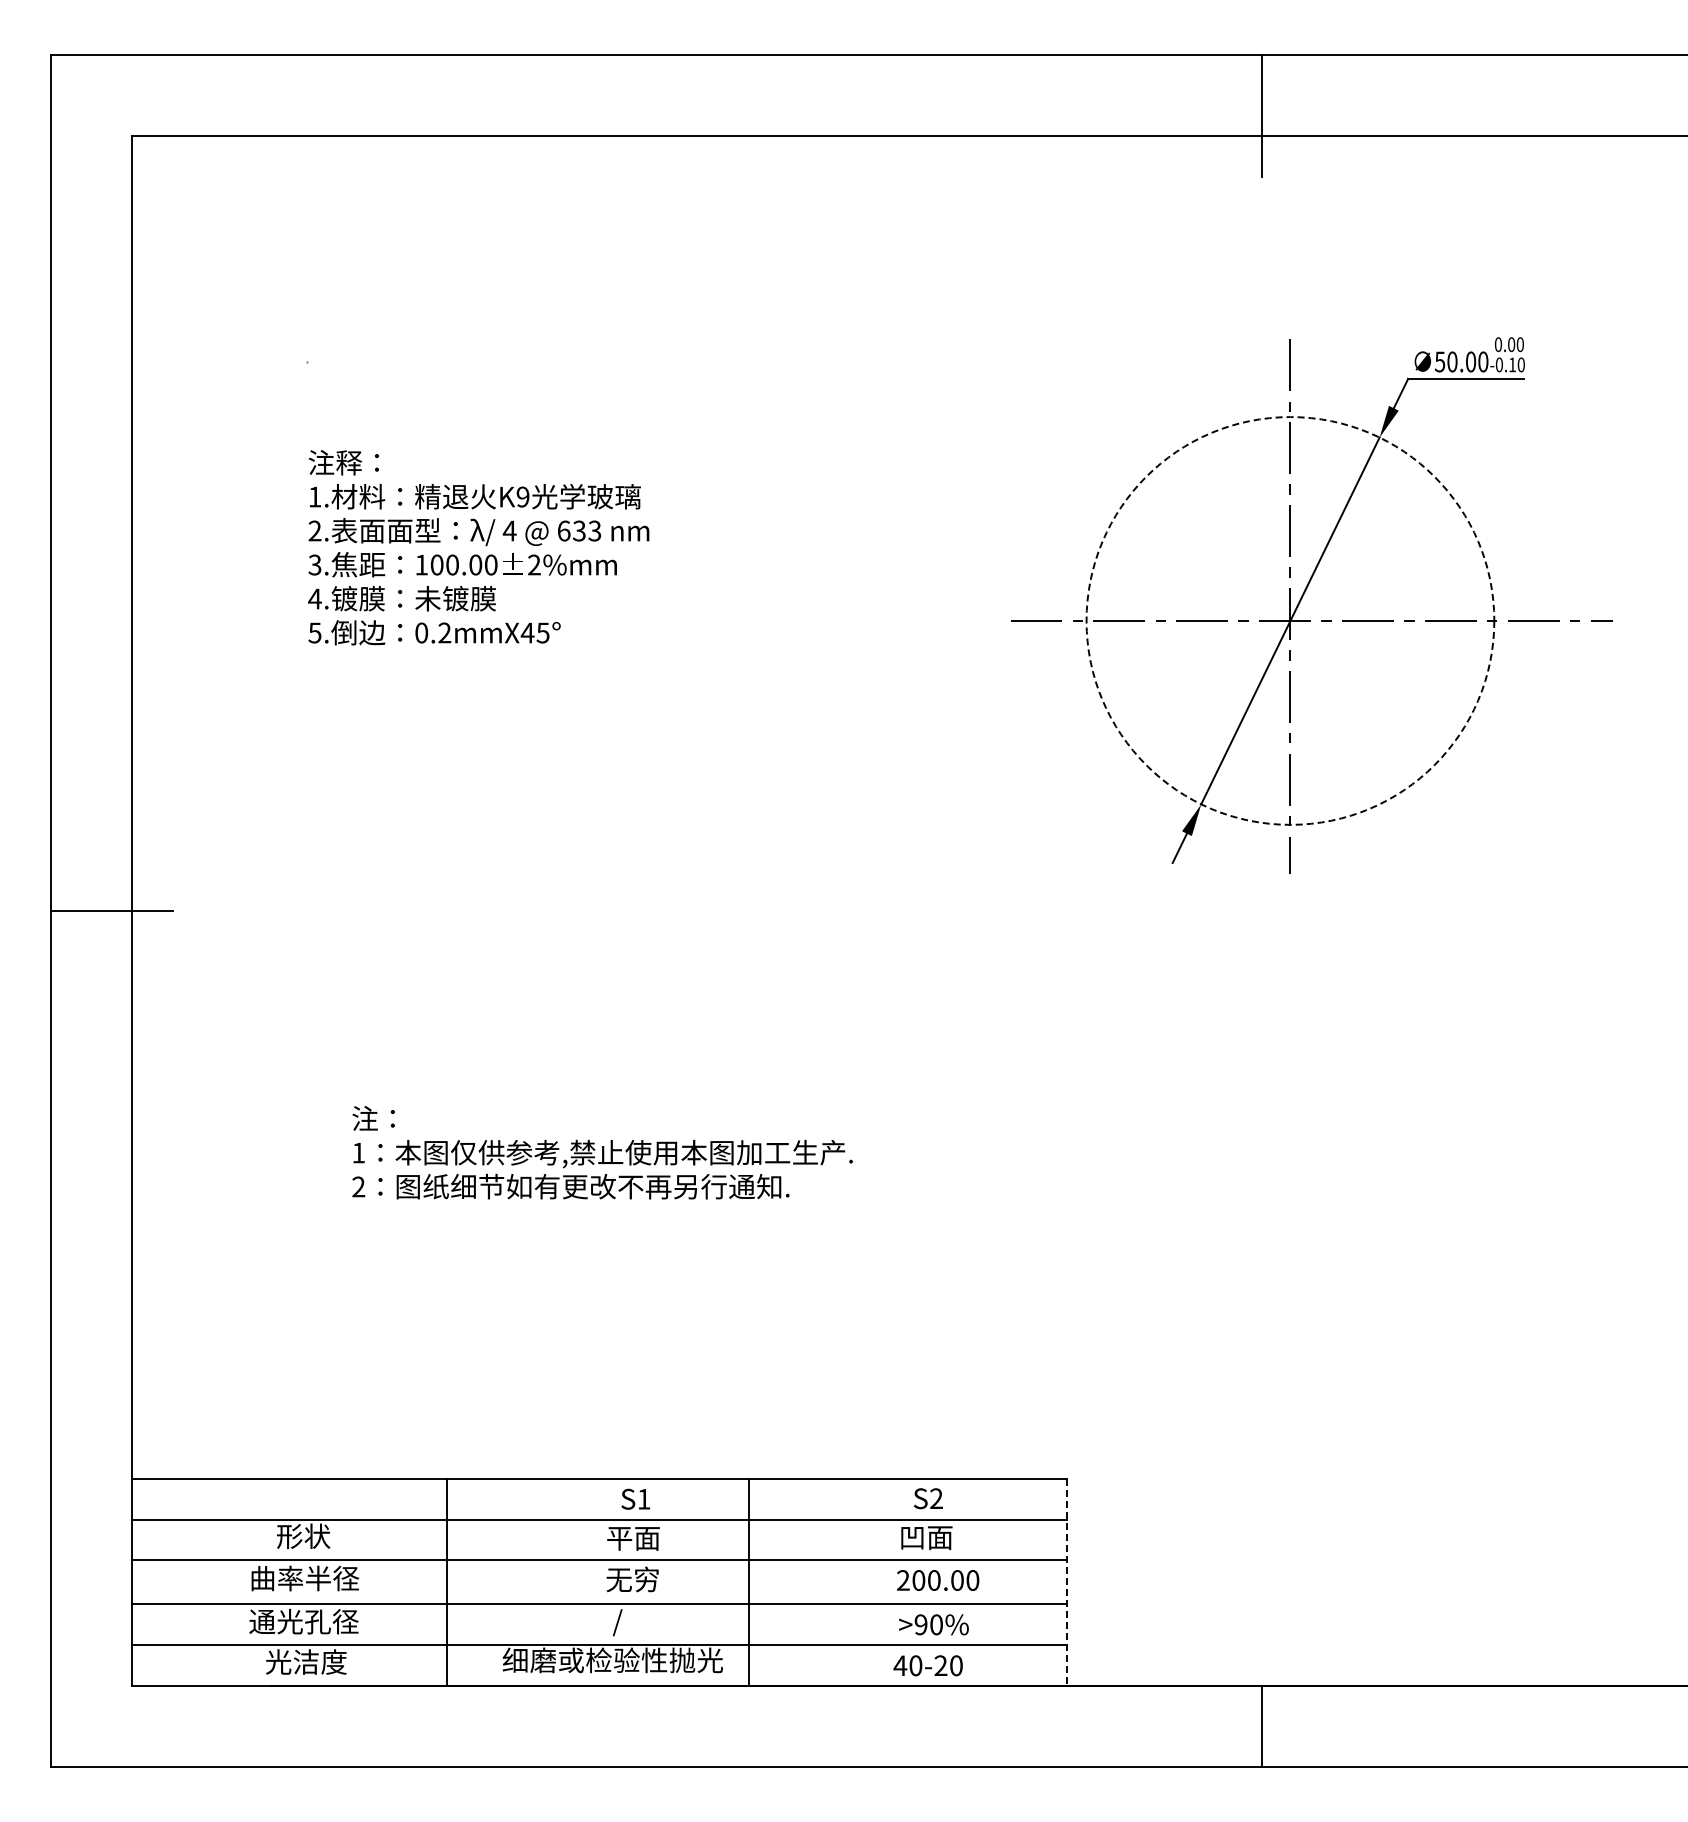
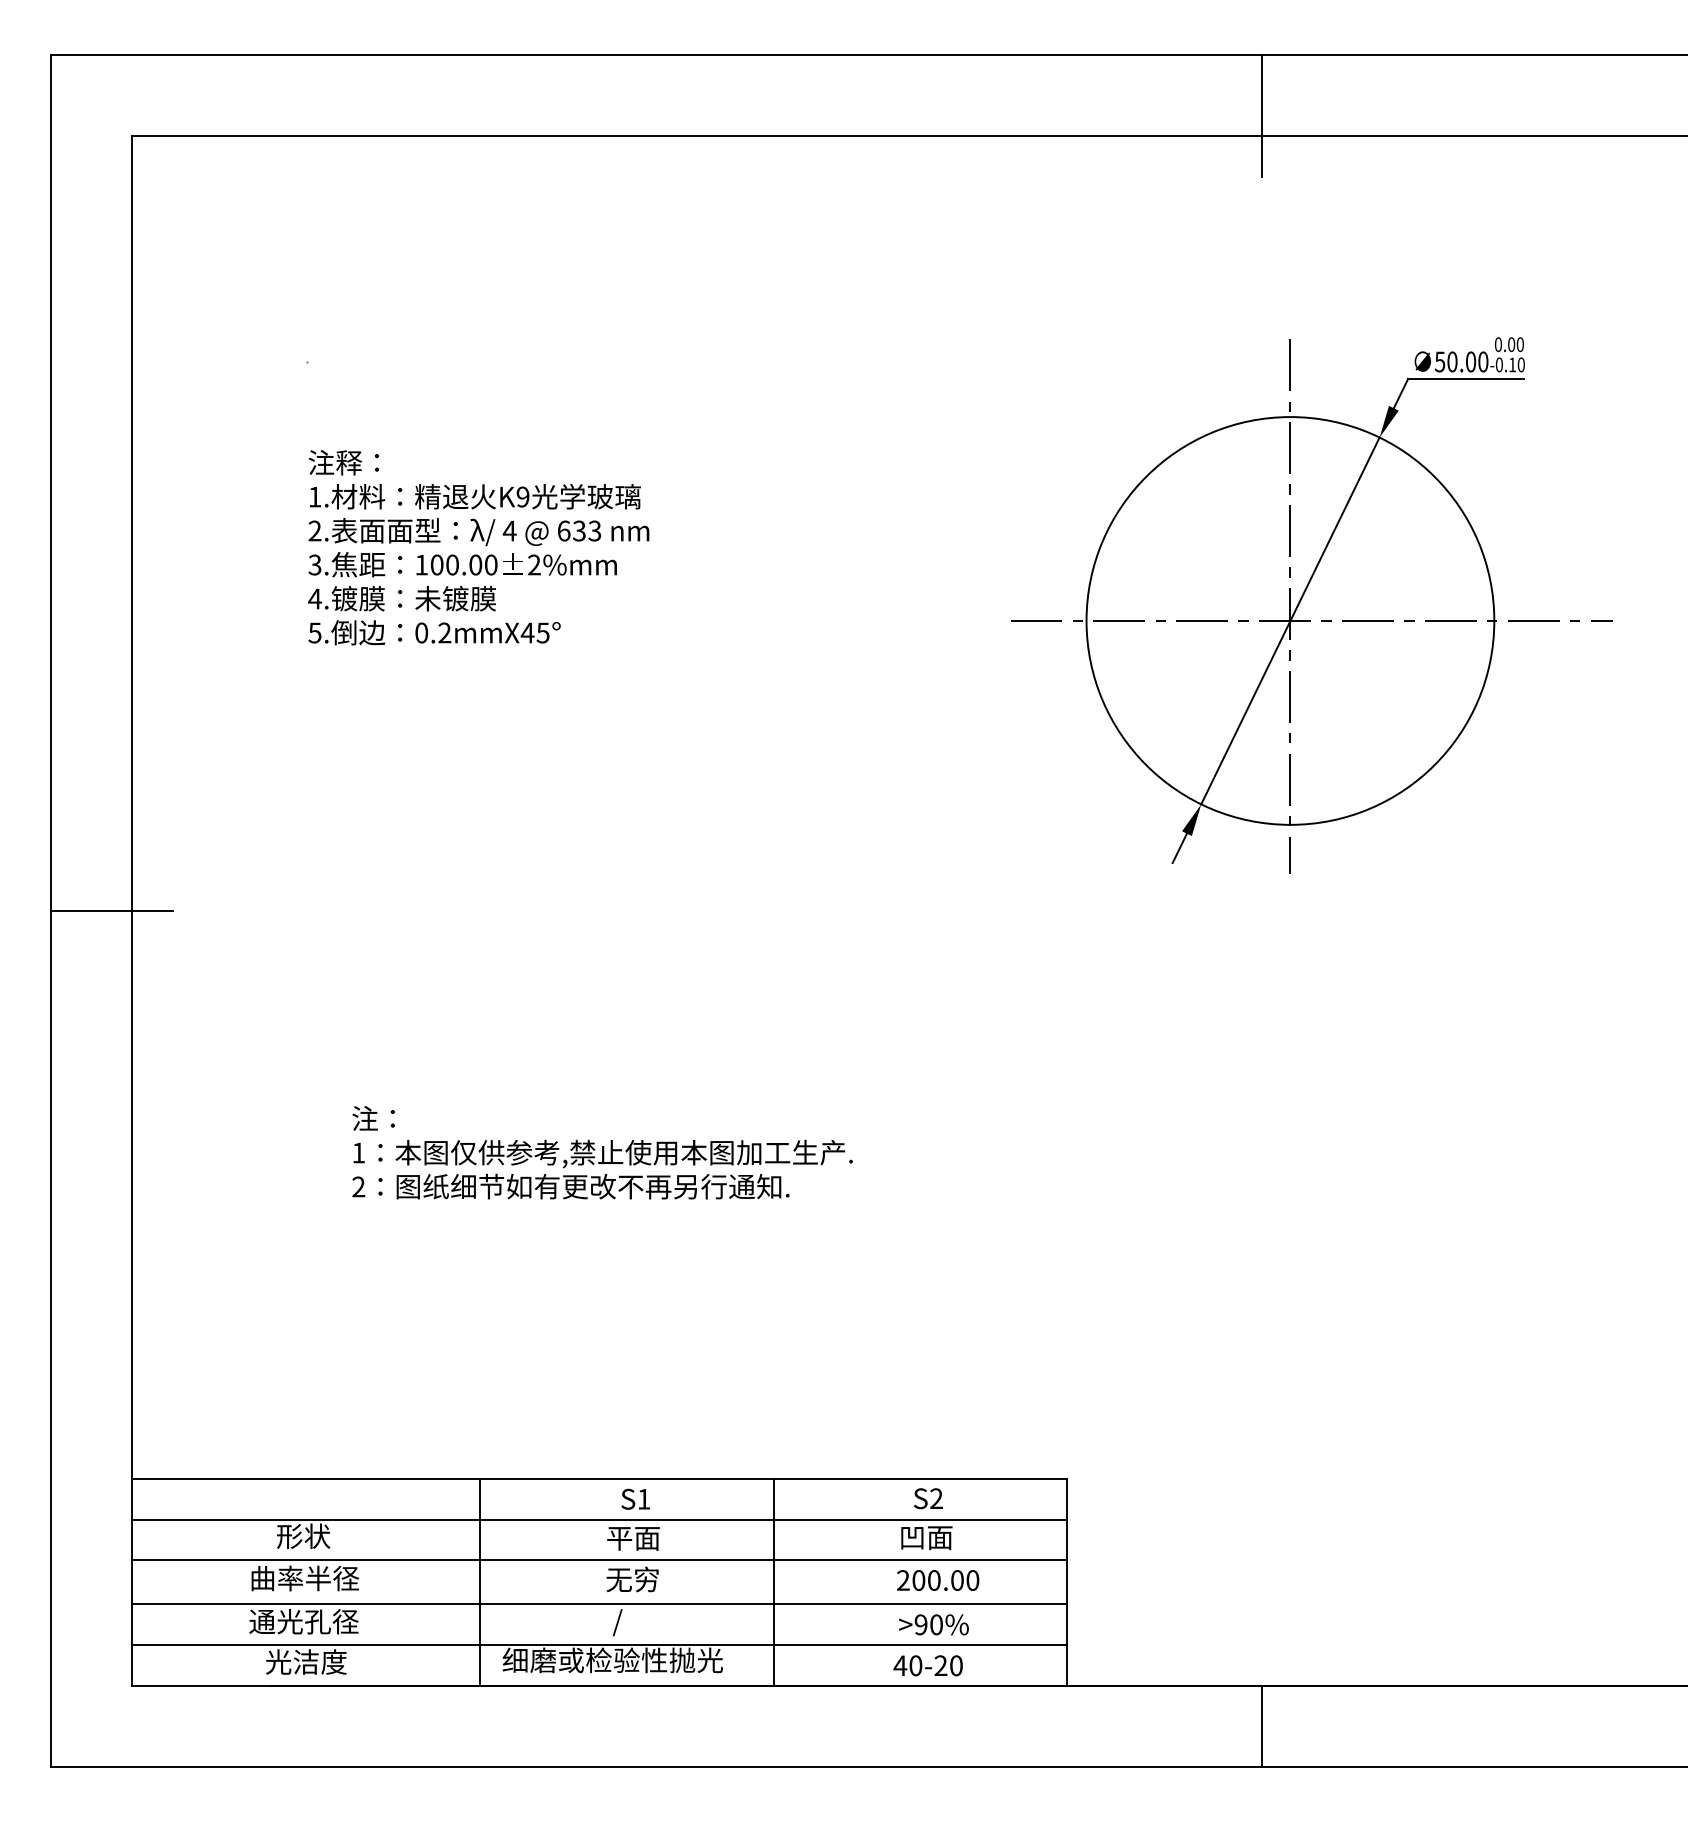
circle at (1290, 620): dashed -> solid
line at (447, 1582) position: (447, 1582) -> (480, 1582)
line at (748, 1582) position: (748, 1582) -> (773, 1582)
line at (1067, 1583): dashed -> solid
